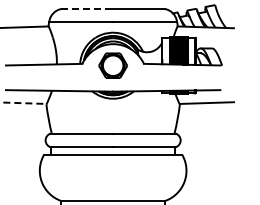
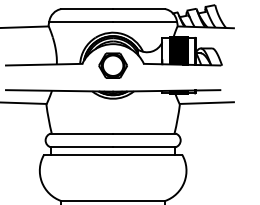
line at (87, 9): dashed -> solid
line at (23, 103): dashed -> solid
